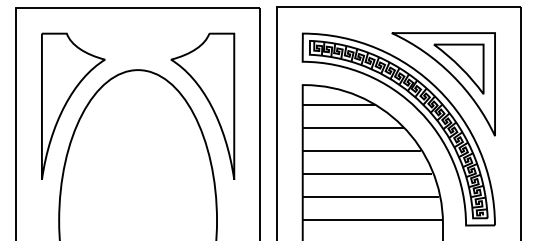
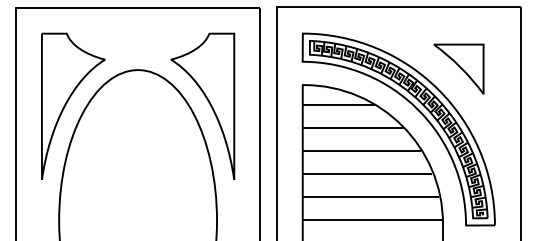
part at (451, 75): present -> none
